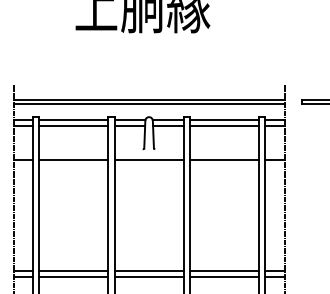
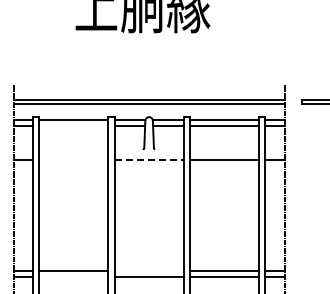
line at (73, 126): present -> none
line at (73, 160): present -> none
line at (149, 160): solid -> dashed
line at (148, 270): present -> none
line at (73, 276): present -> none
